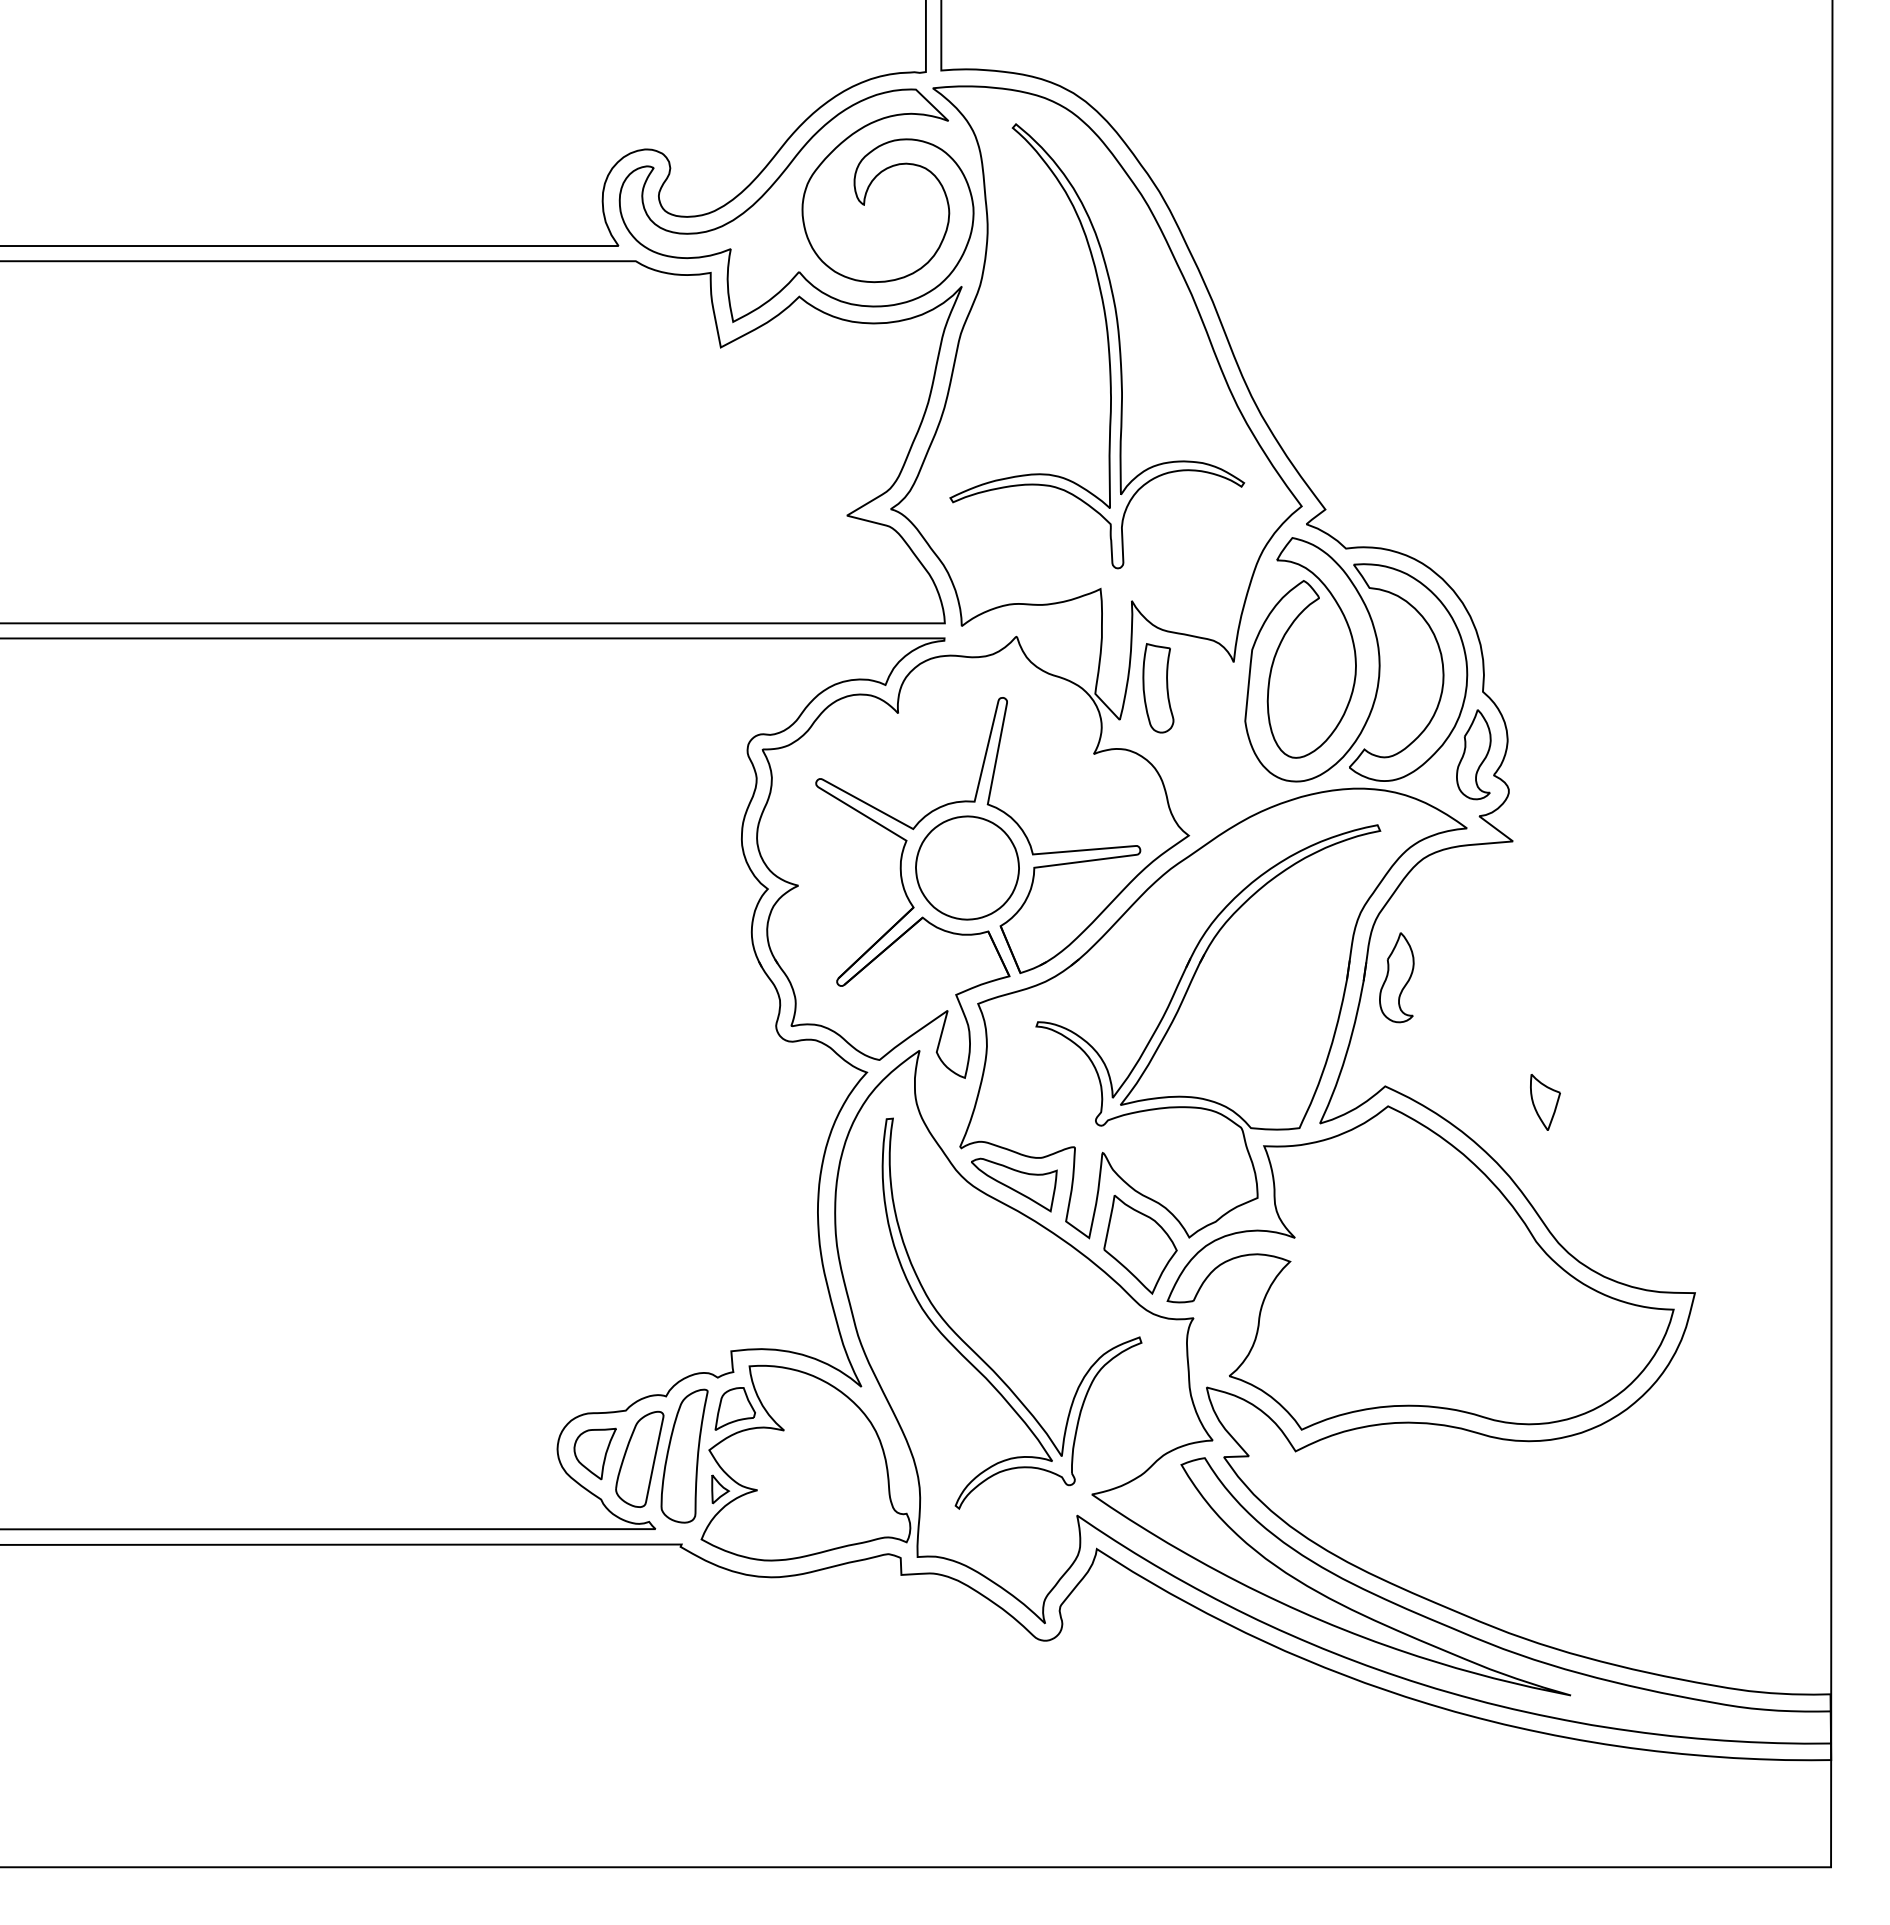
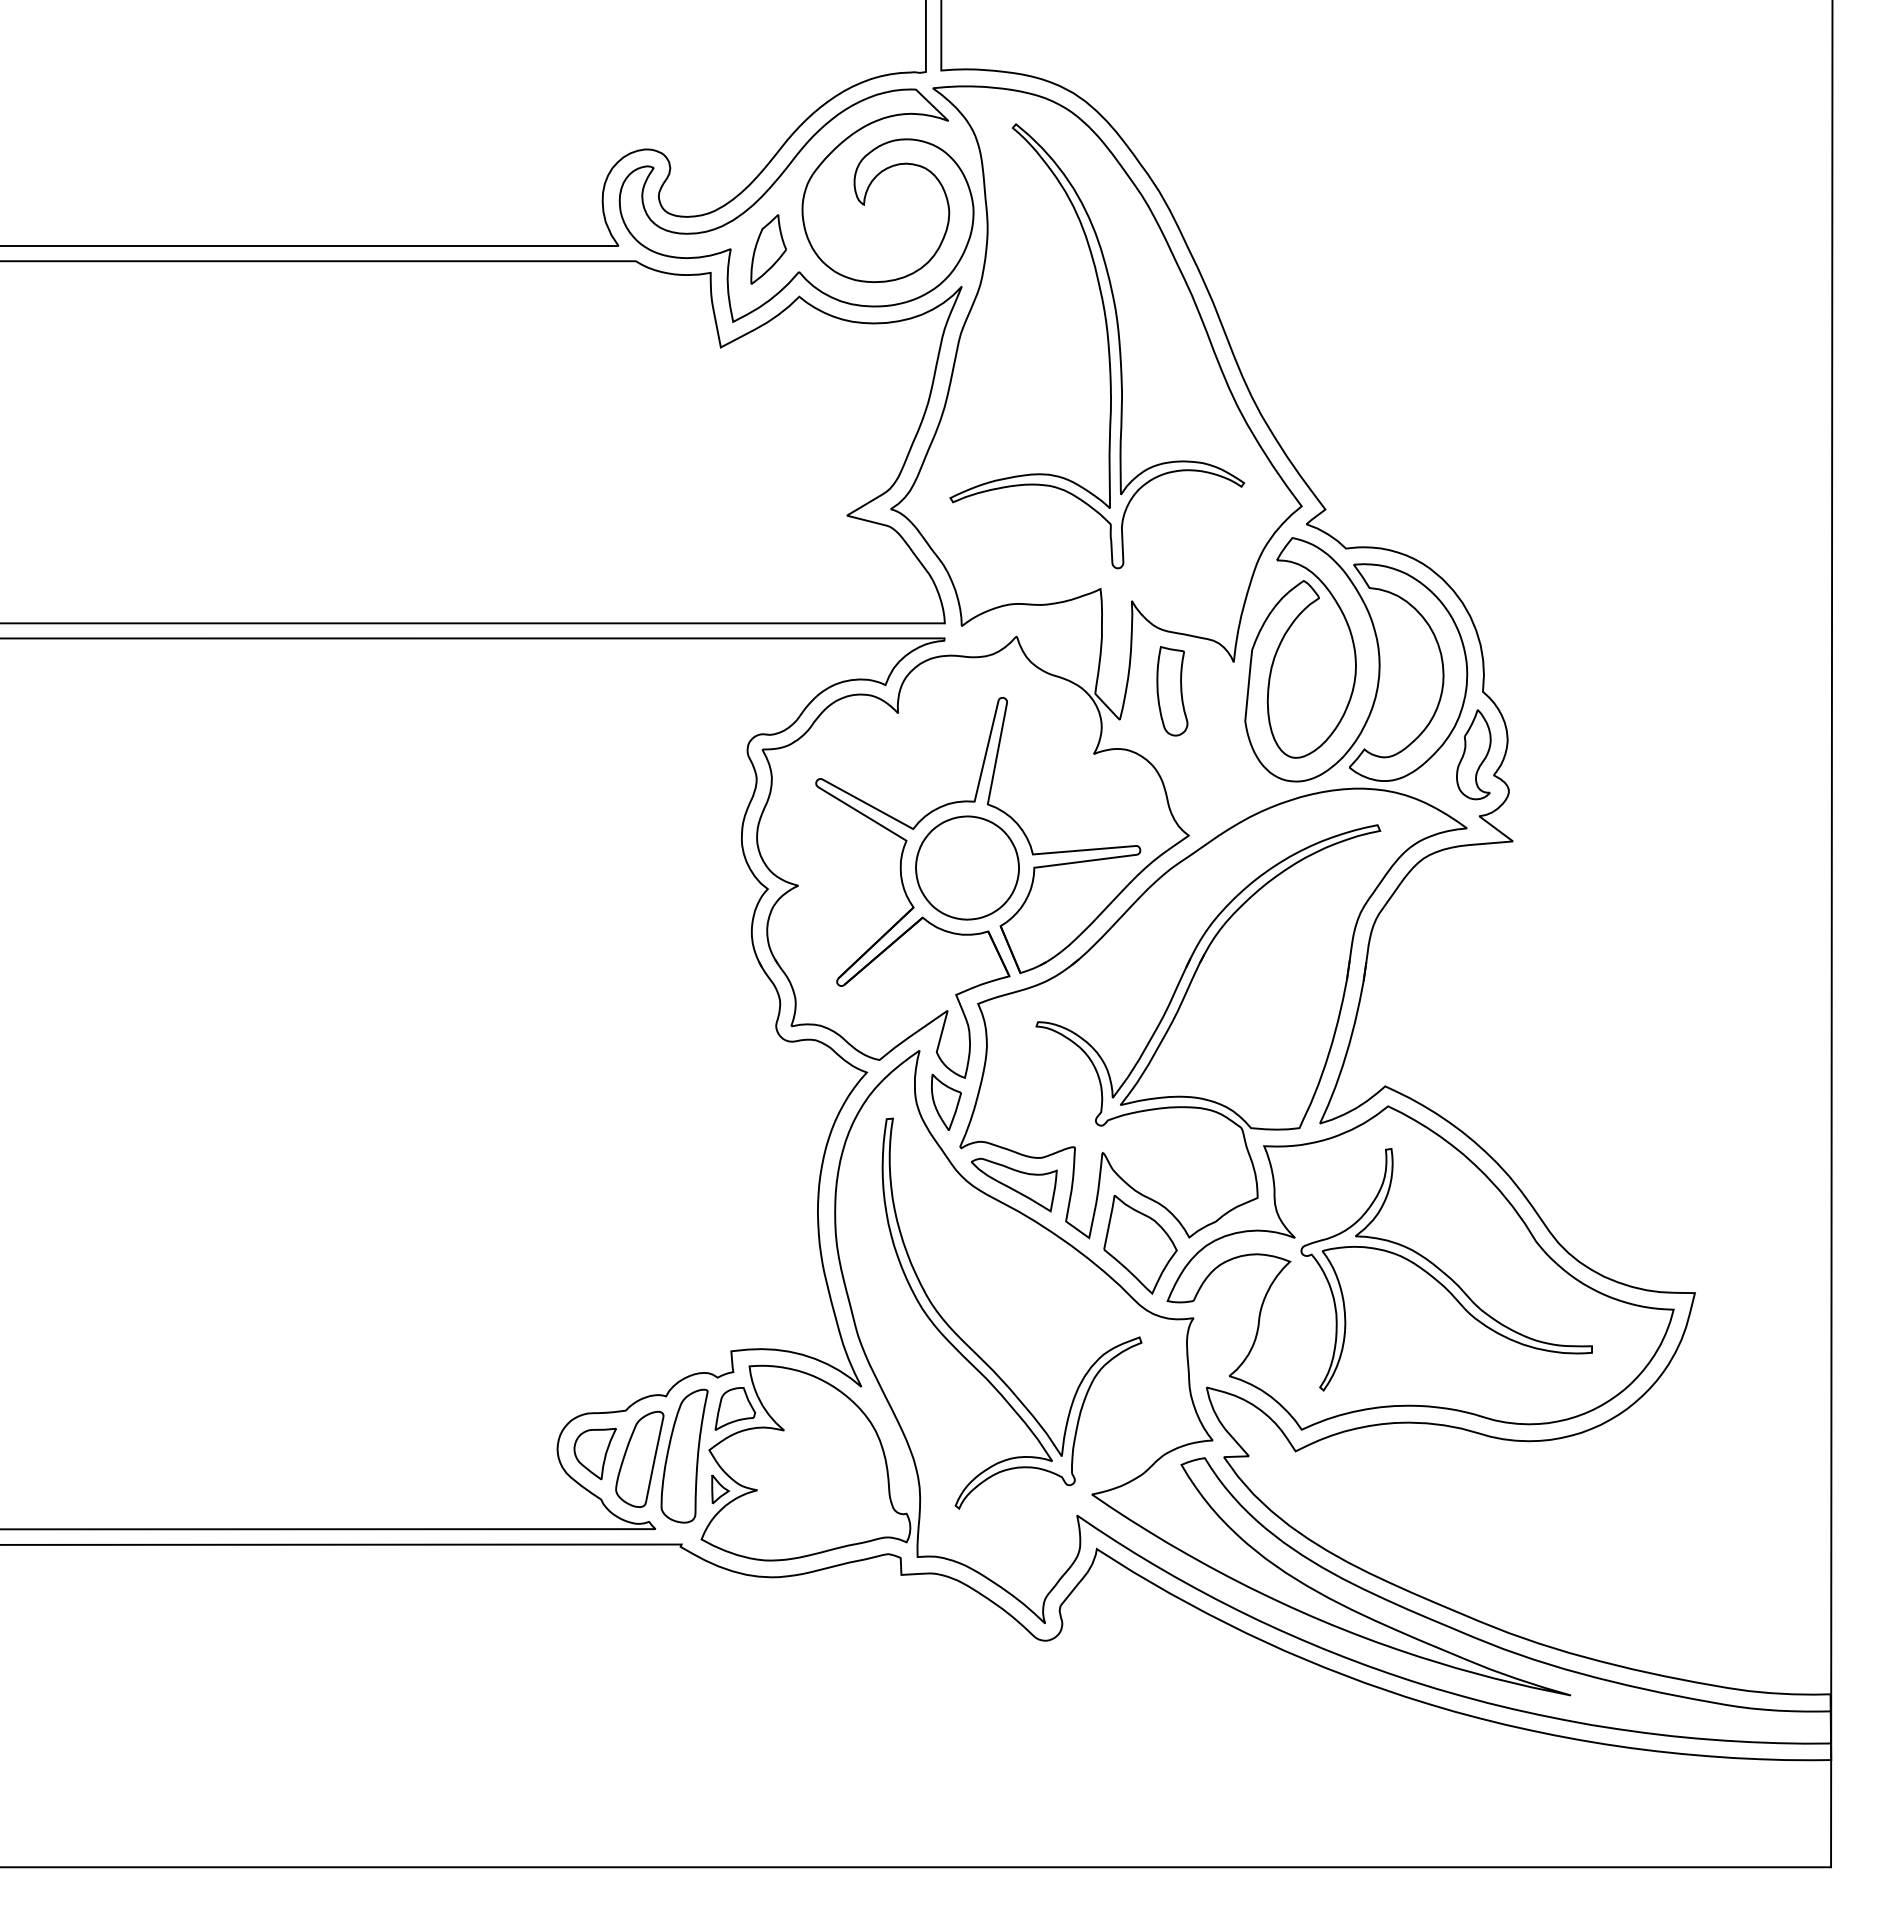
part at (768, 249): none -> present
part at (1158, 688) position: (1158, 688) -> (1172, 691)
part at (1396, 977): present -> none
part at (1545, 1102) position: (1545, 1102) -> (946, 1102)
part at (1446, 1269): none -> present
